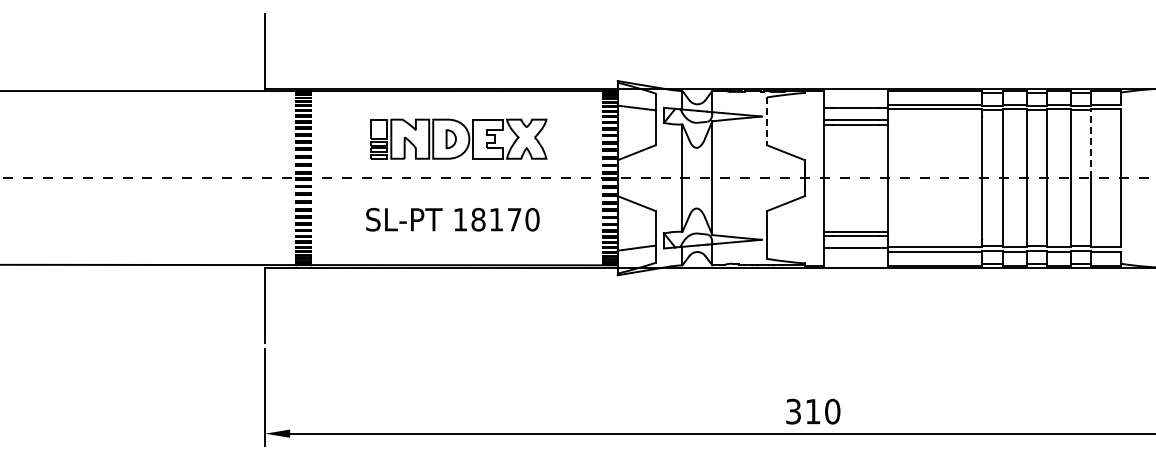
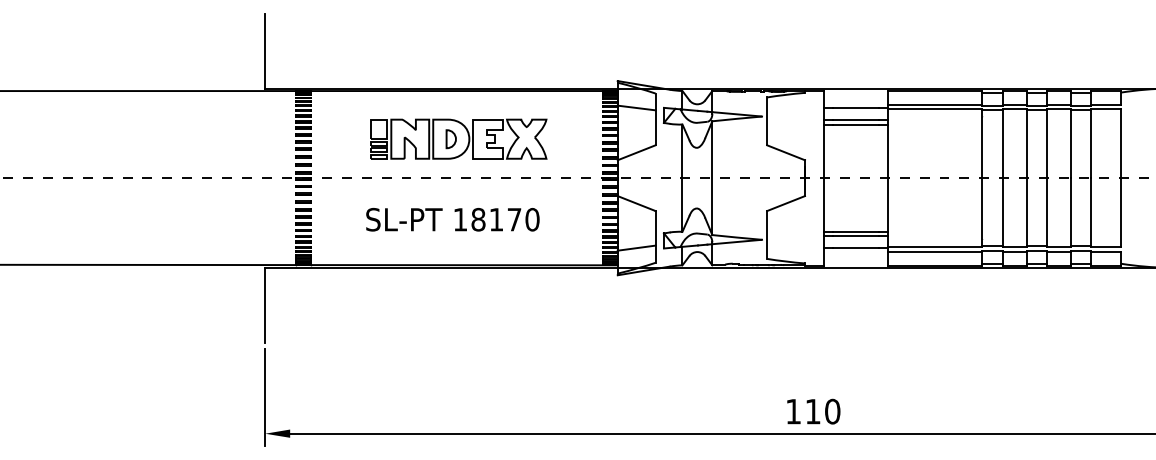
line at (767, 121): dashed -> solid
line at (1091, 143): dashed -> solid
text at (793, 411): 310 -> 110
